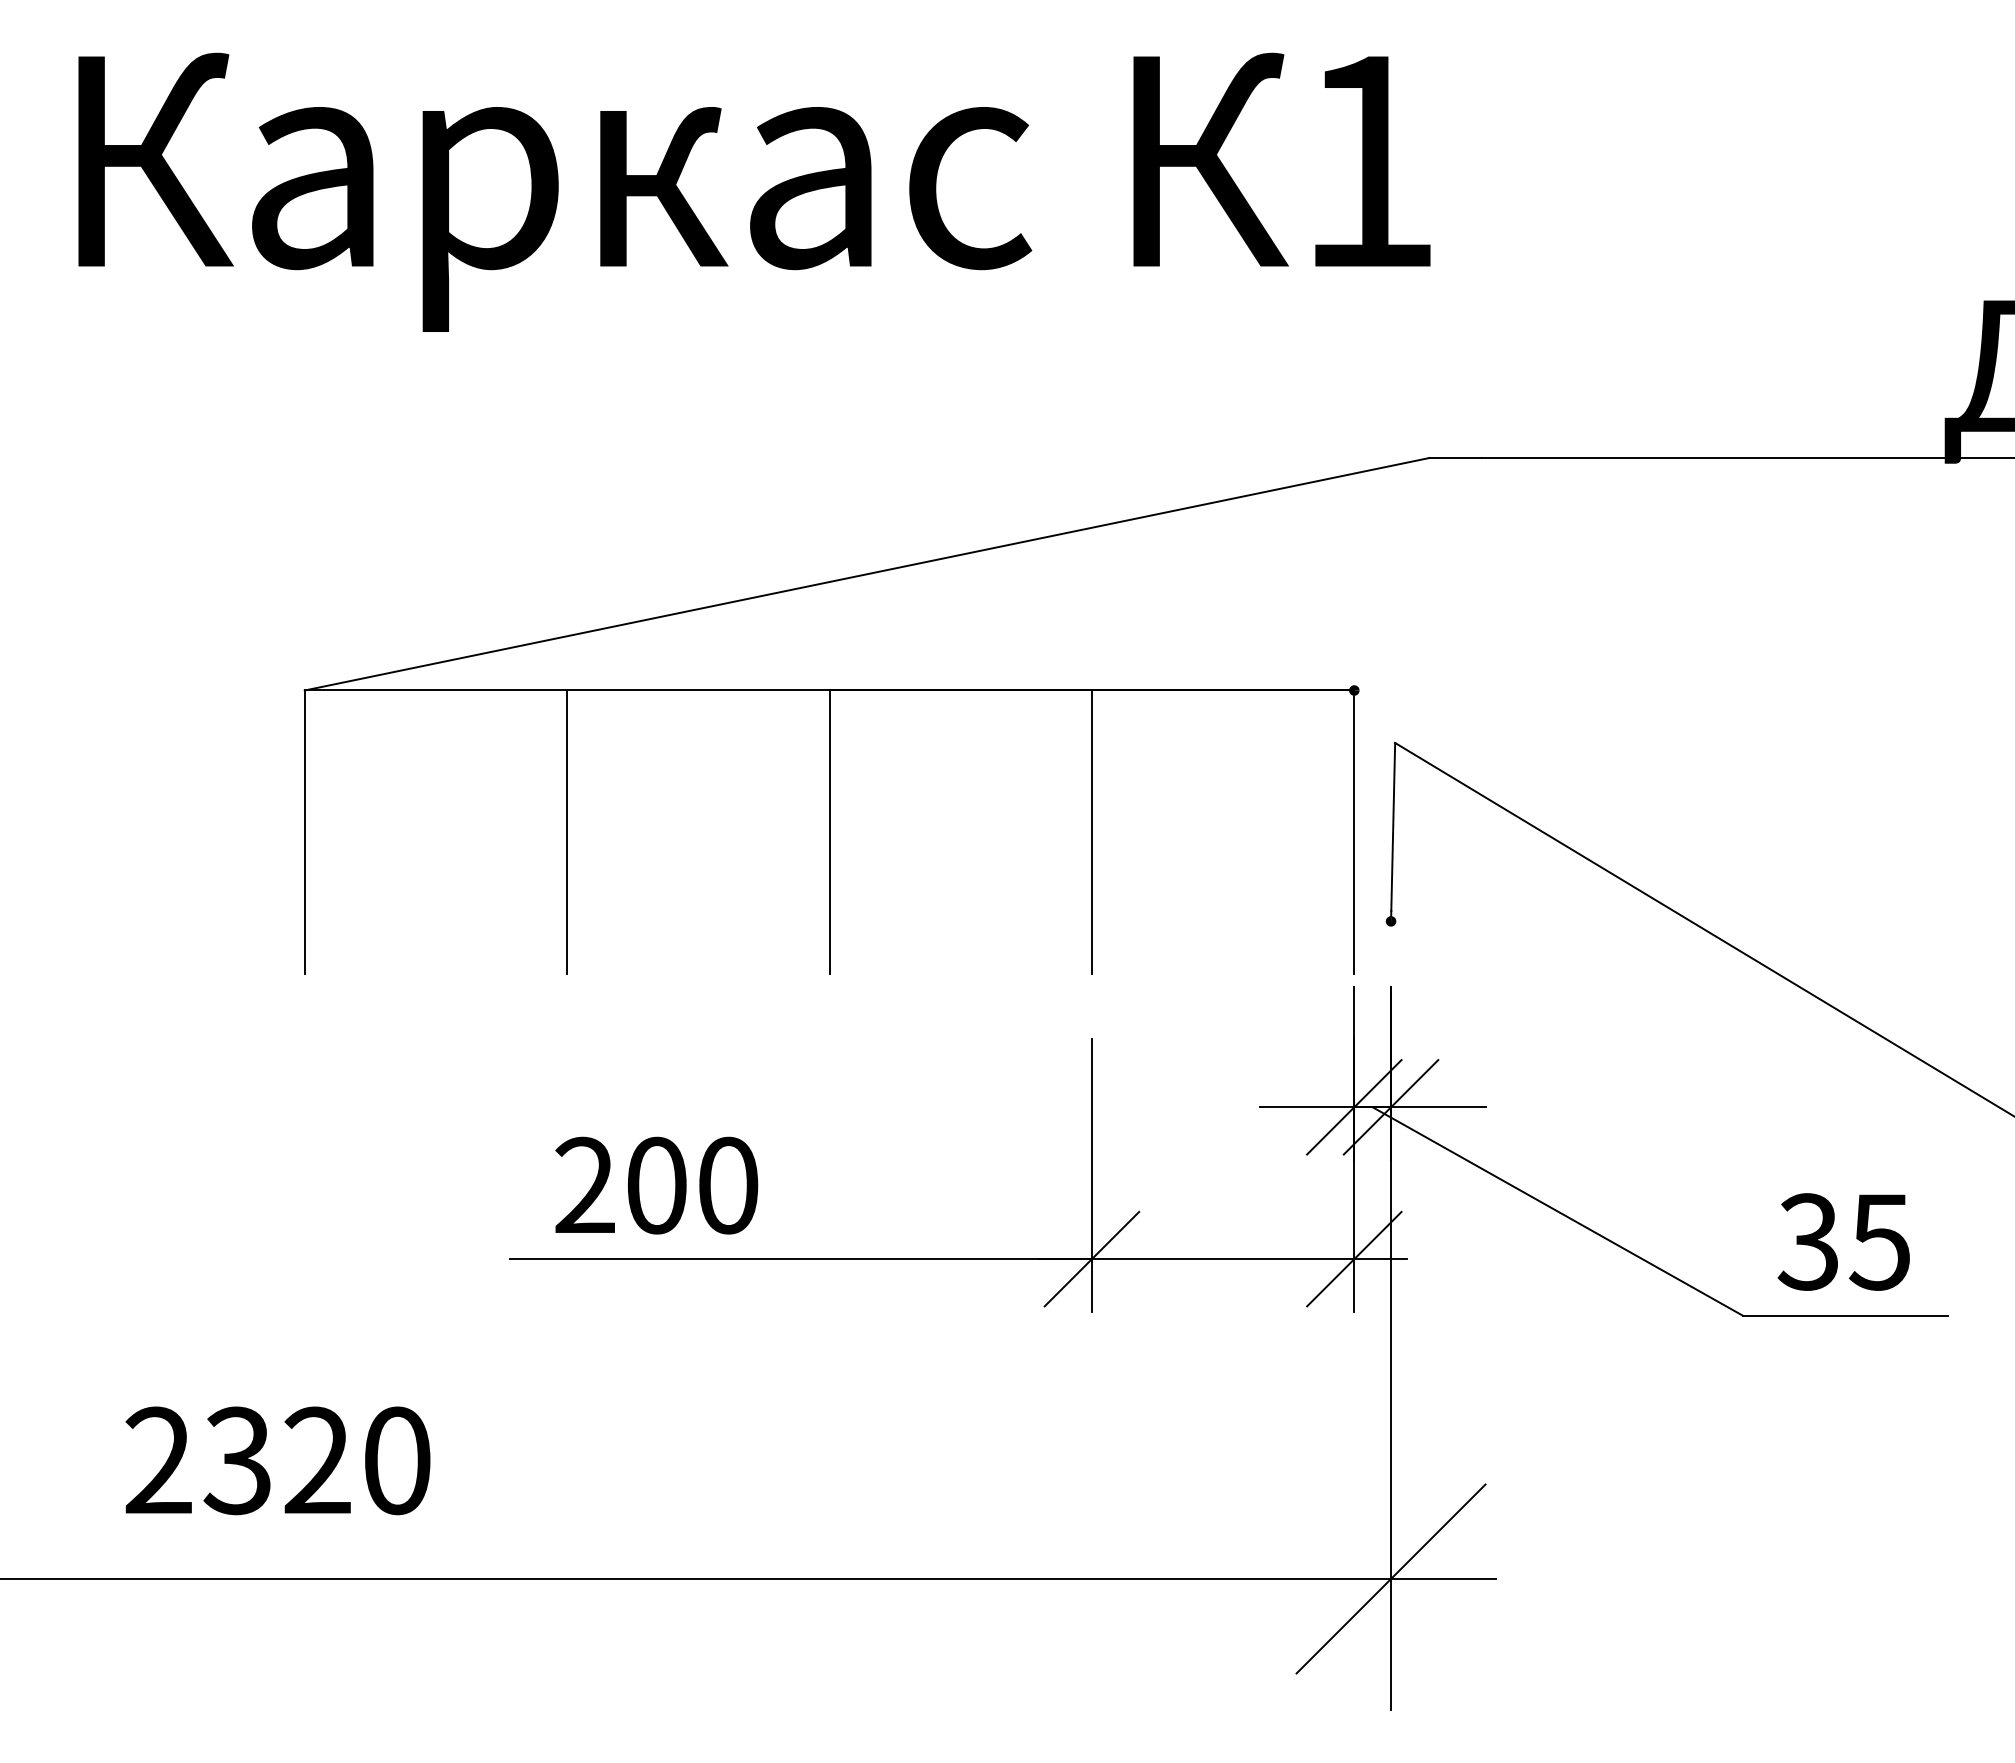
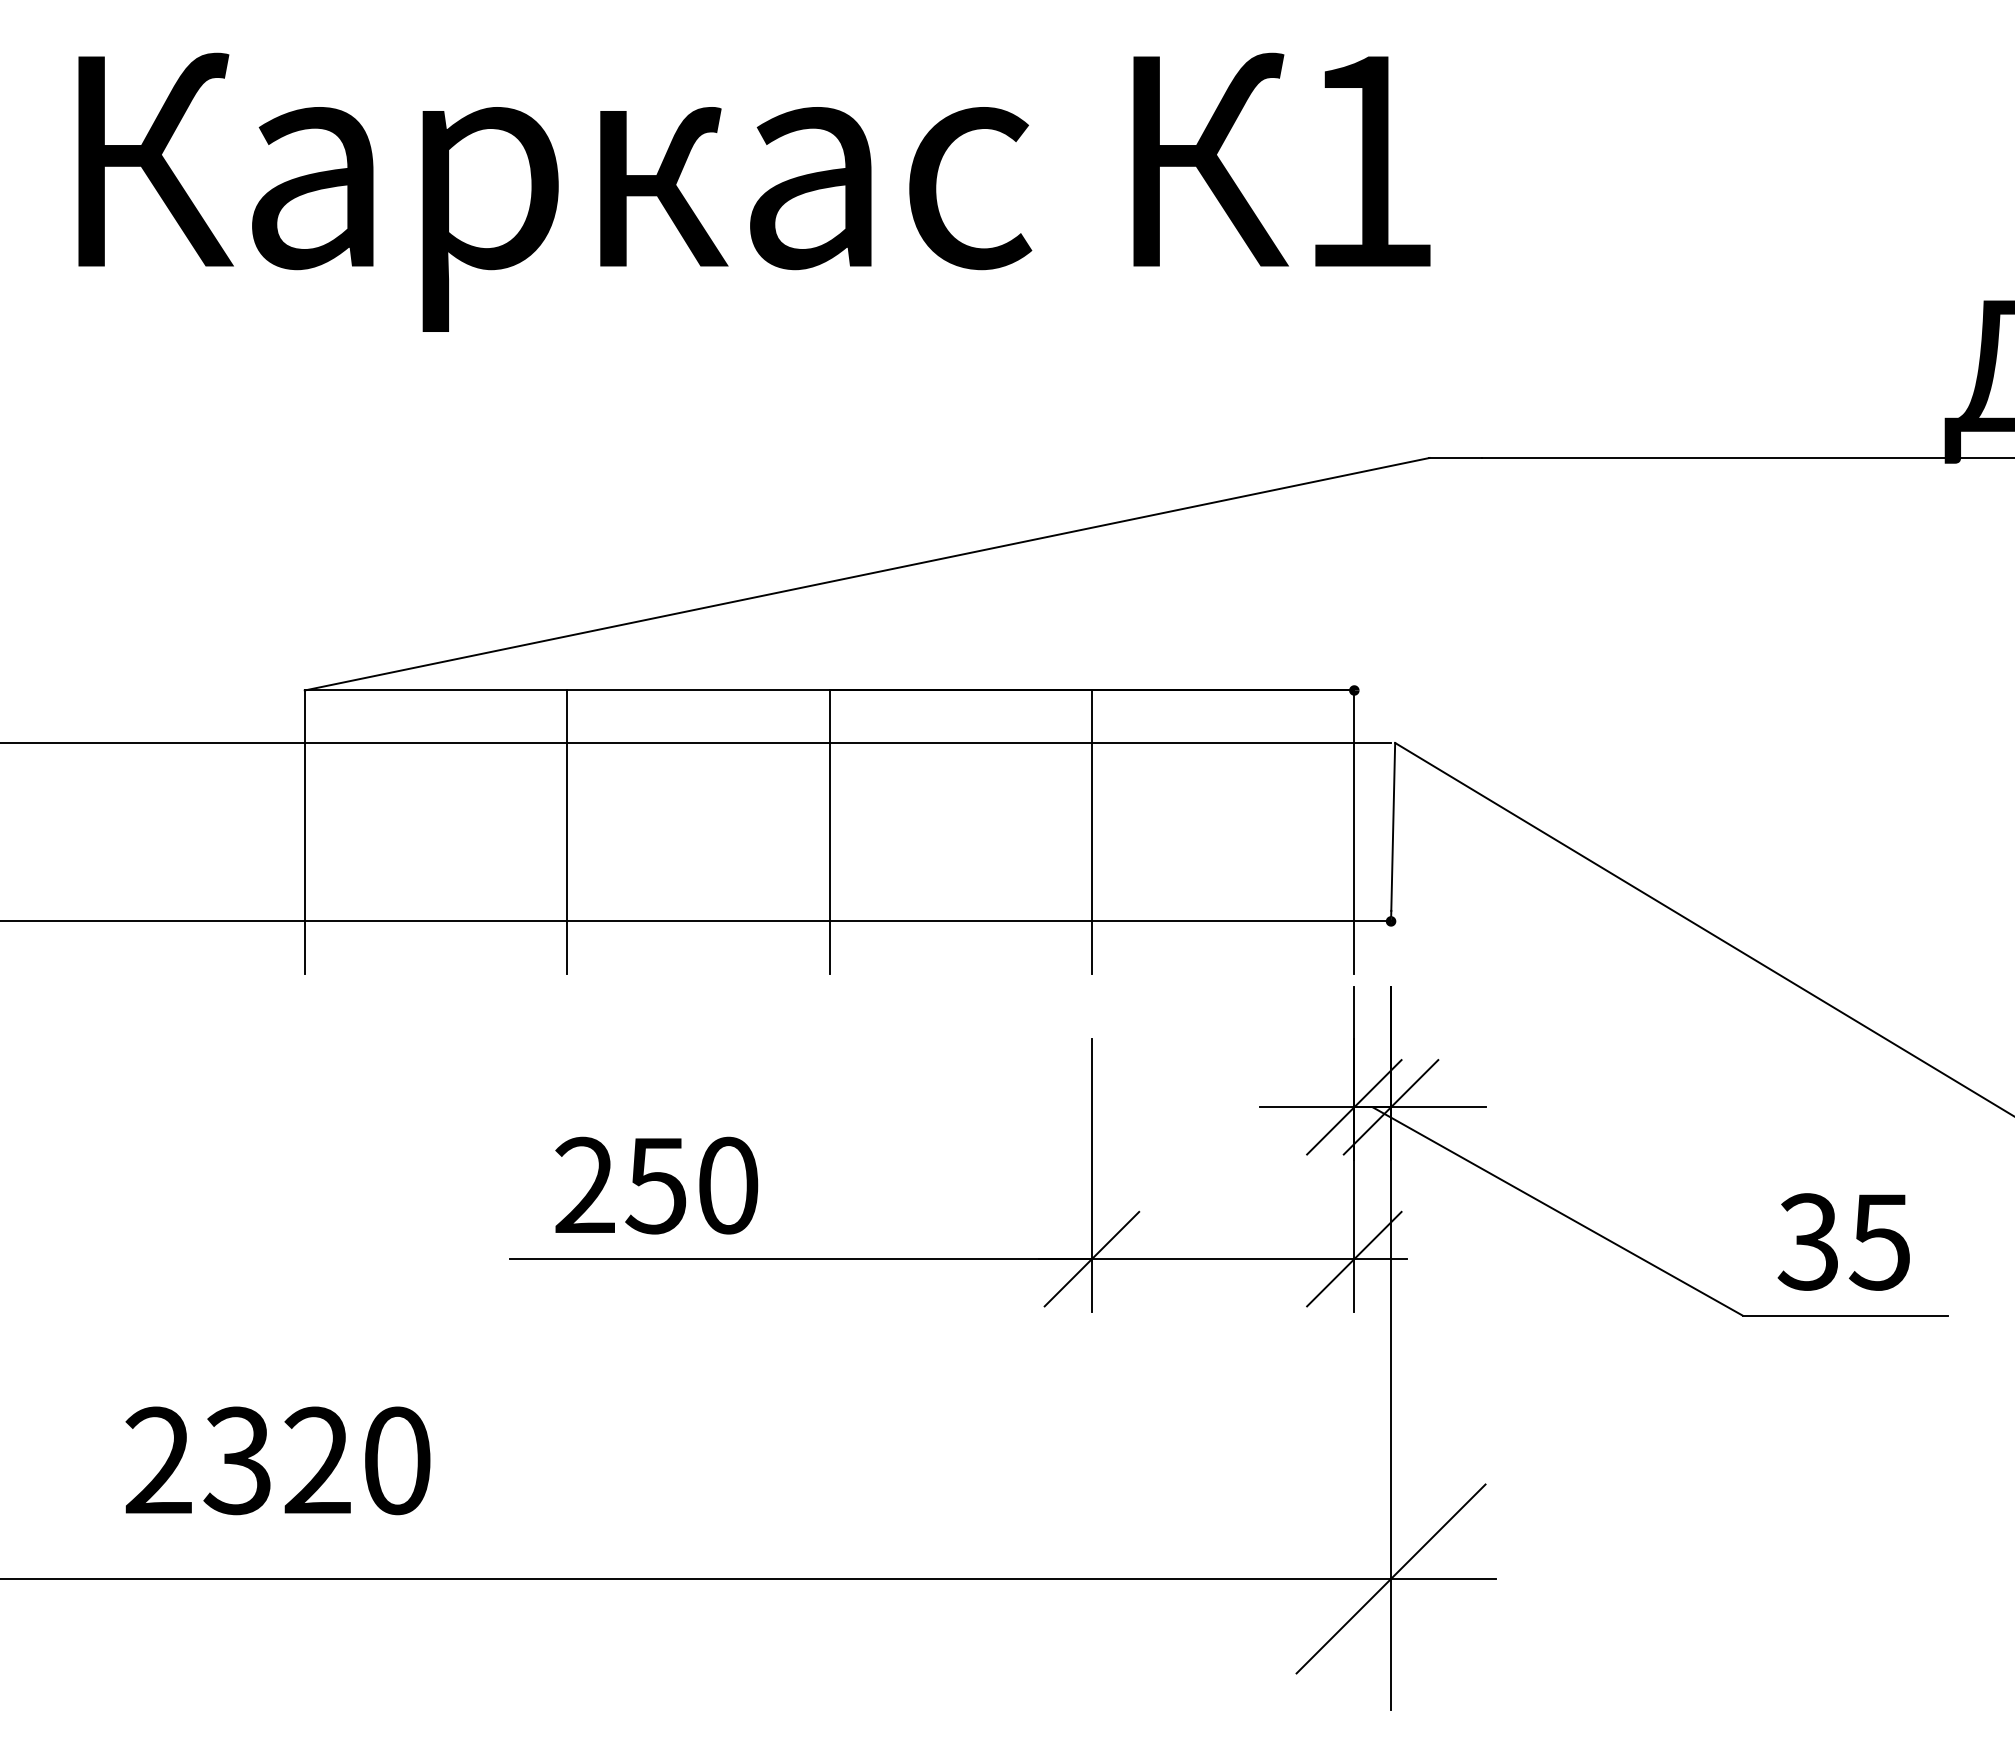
line at (696, 742): none -> present
line at (696, 921): none -> present
text at (655, 1185): 200 -> 250
